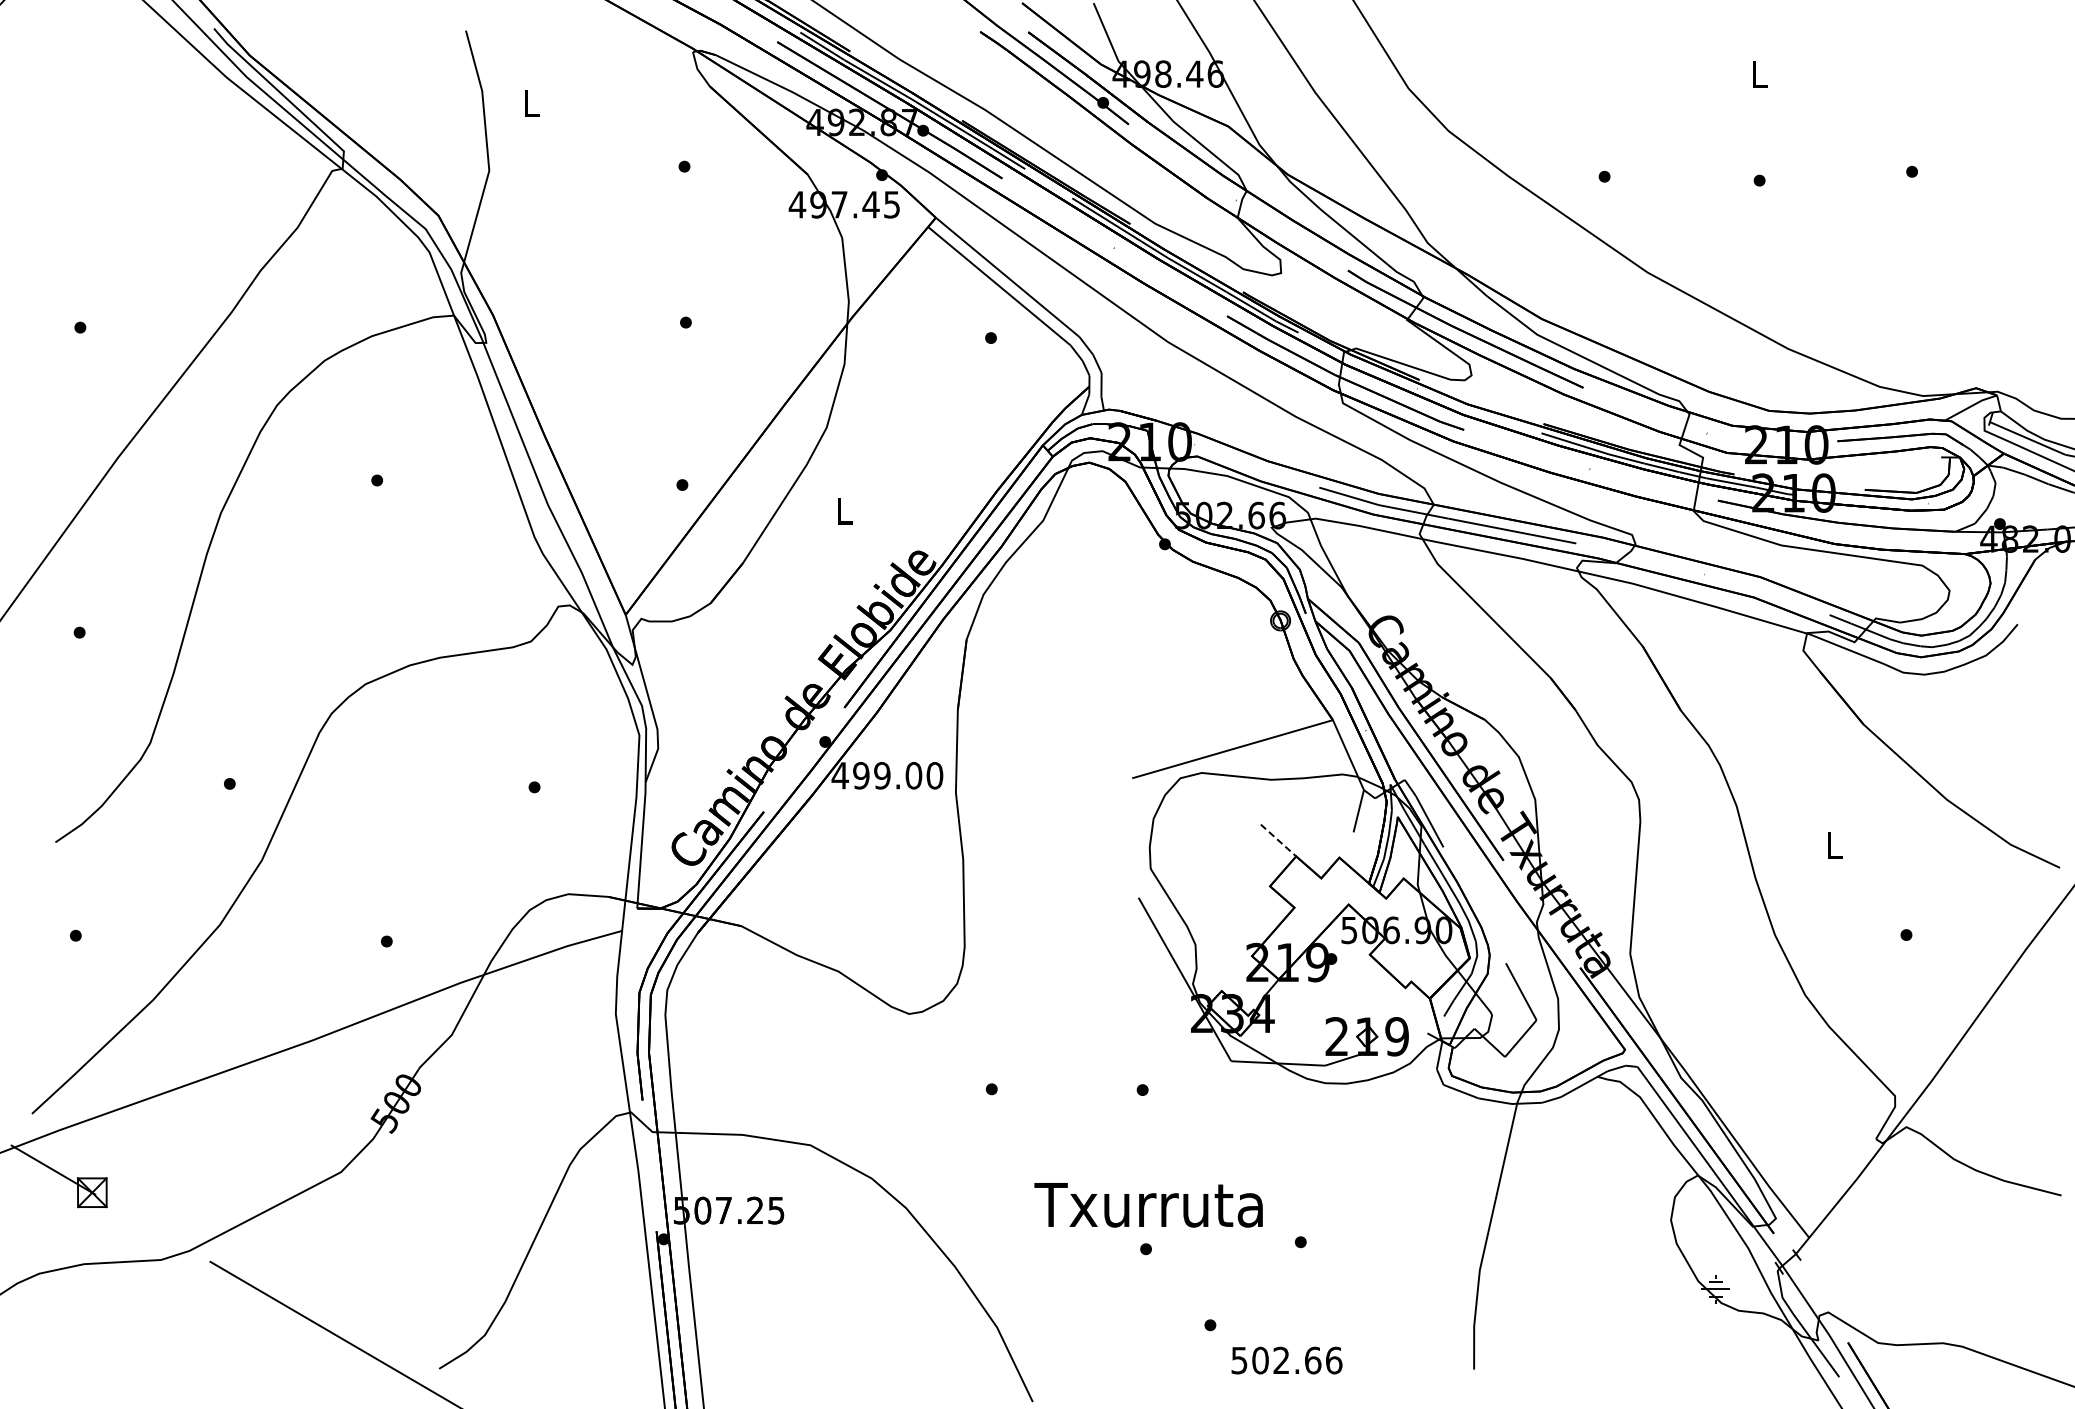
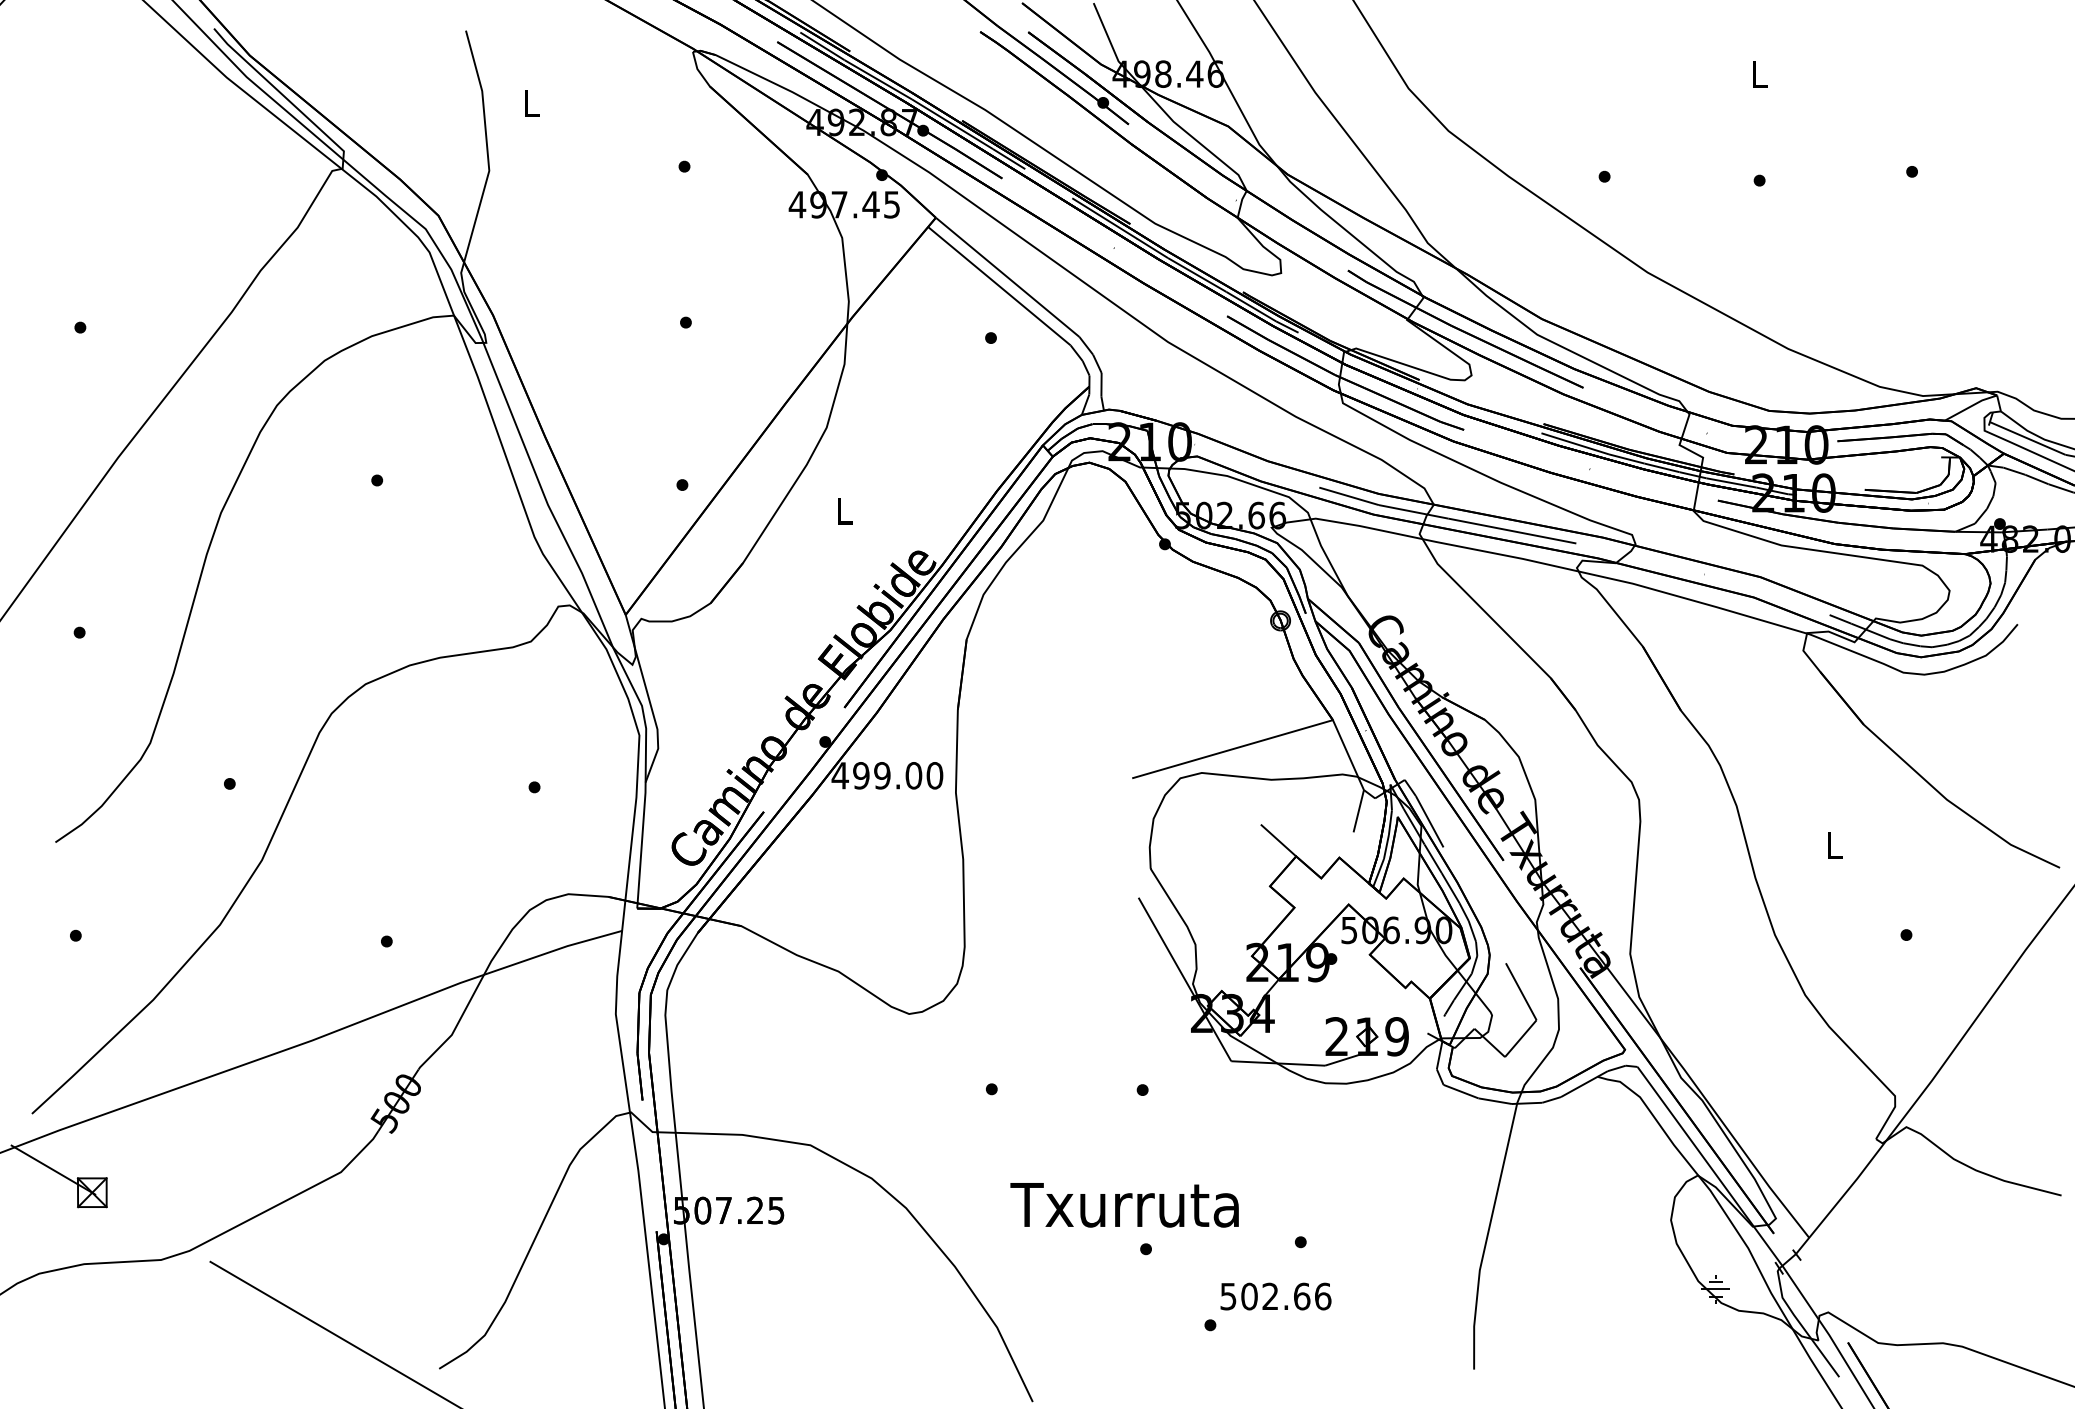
line at (1278, 840): dashed -> solid
text at (1148, 1205) position: (1148, 1205) -> (1124, 1205)
text at (1286, 1360) position: (1286, 1360) -> (1275, 1296)
